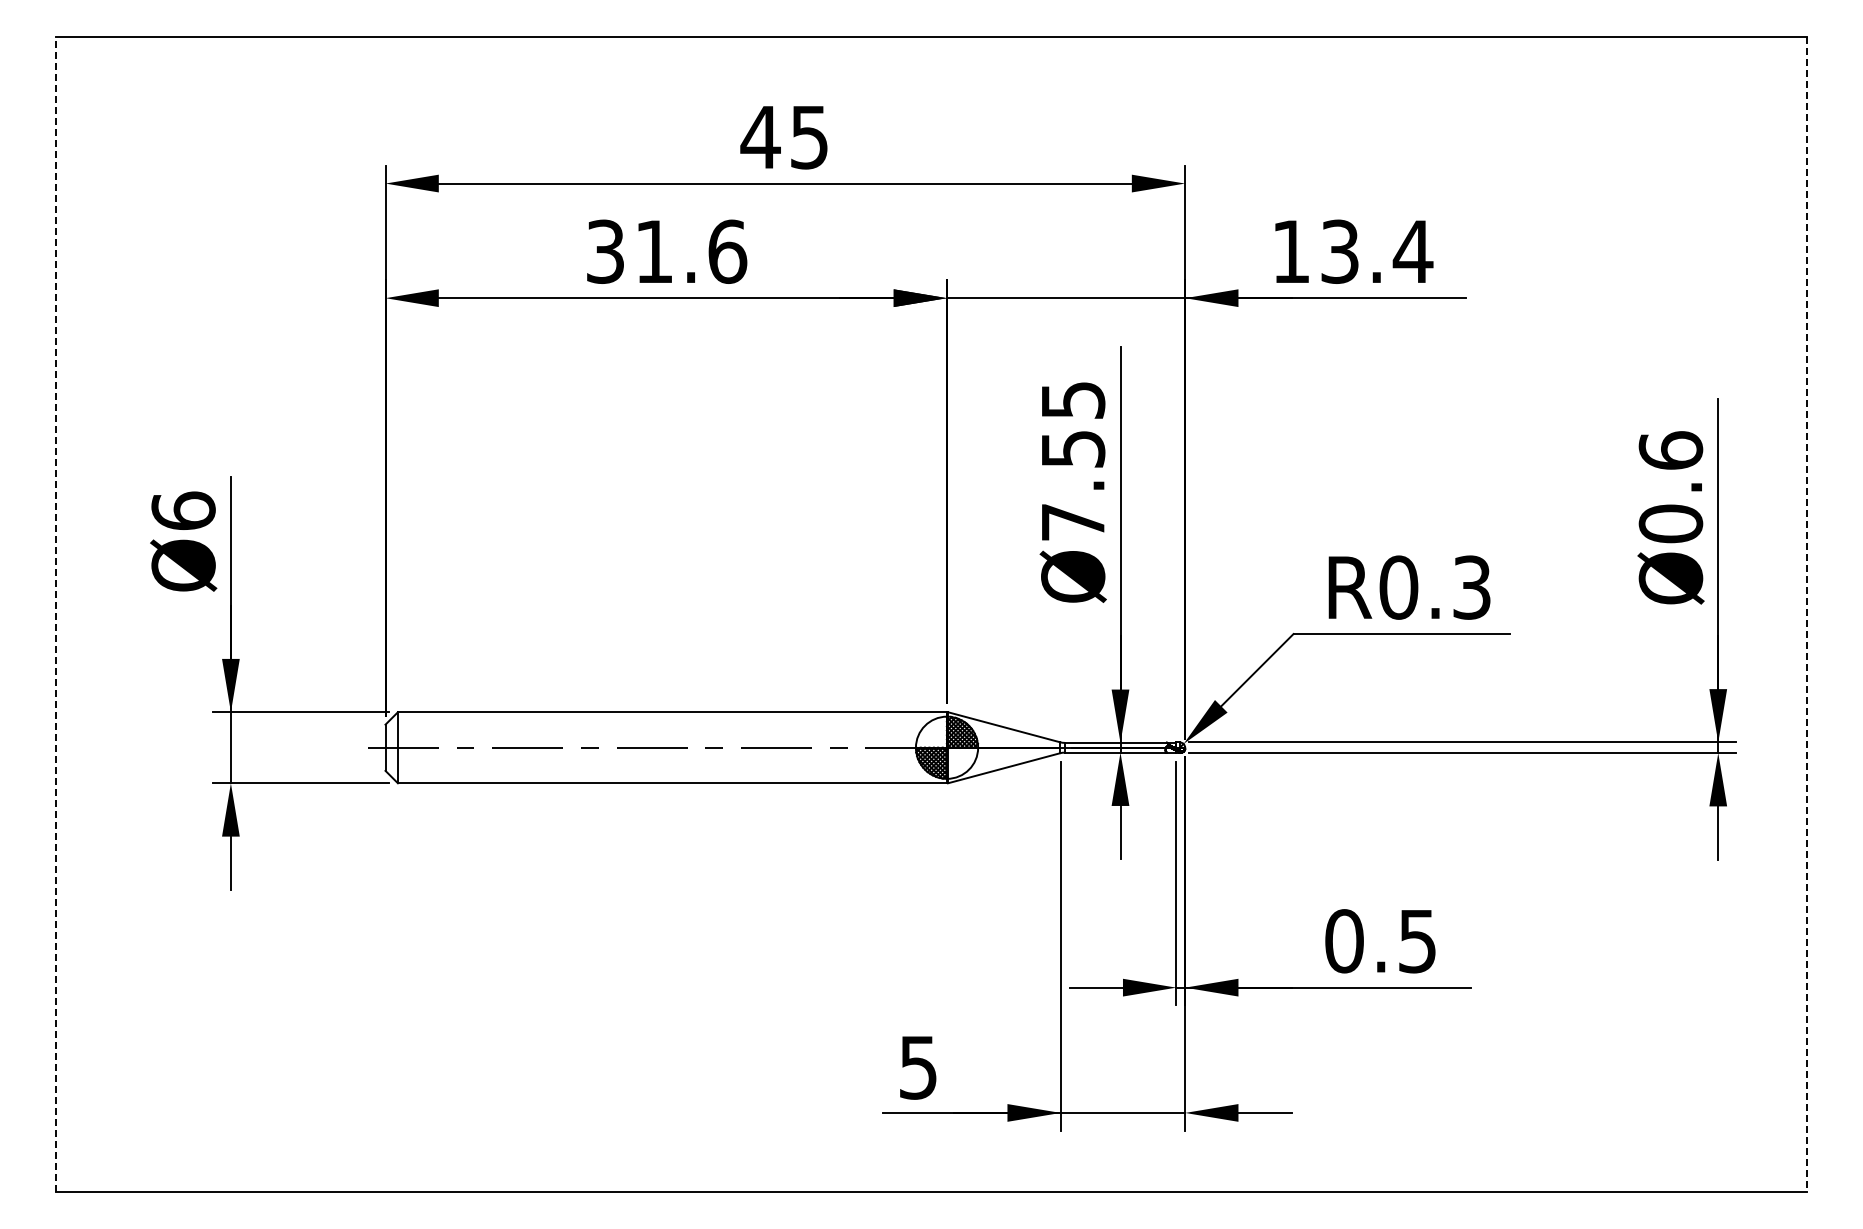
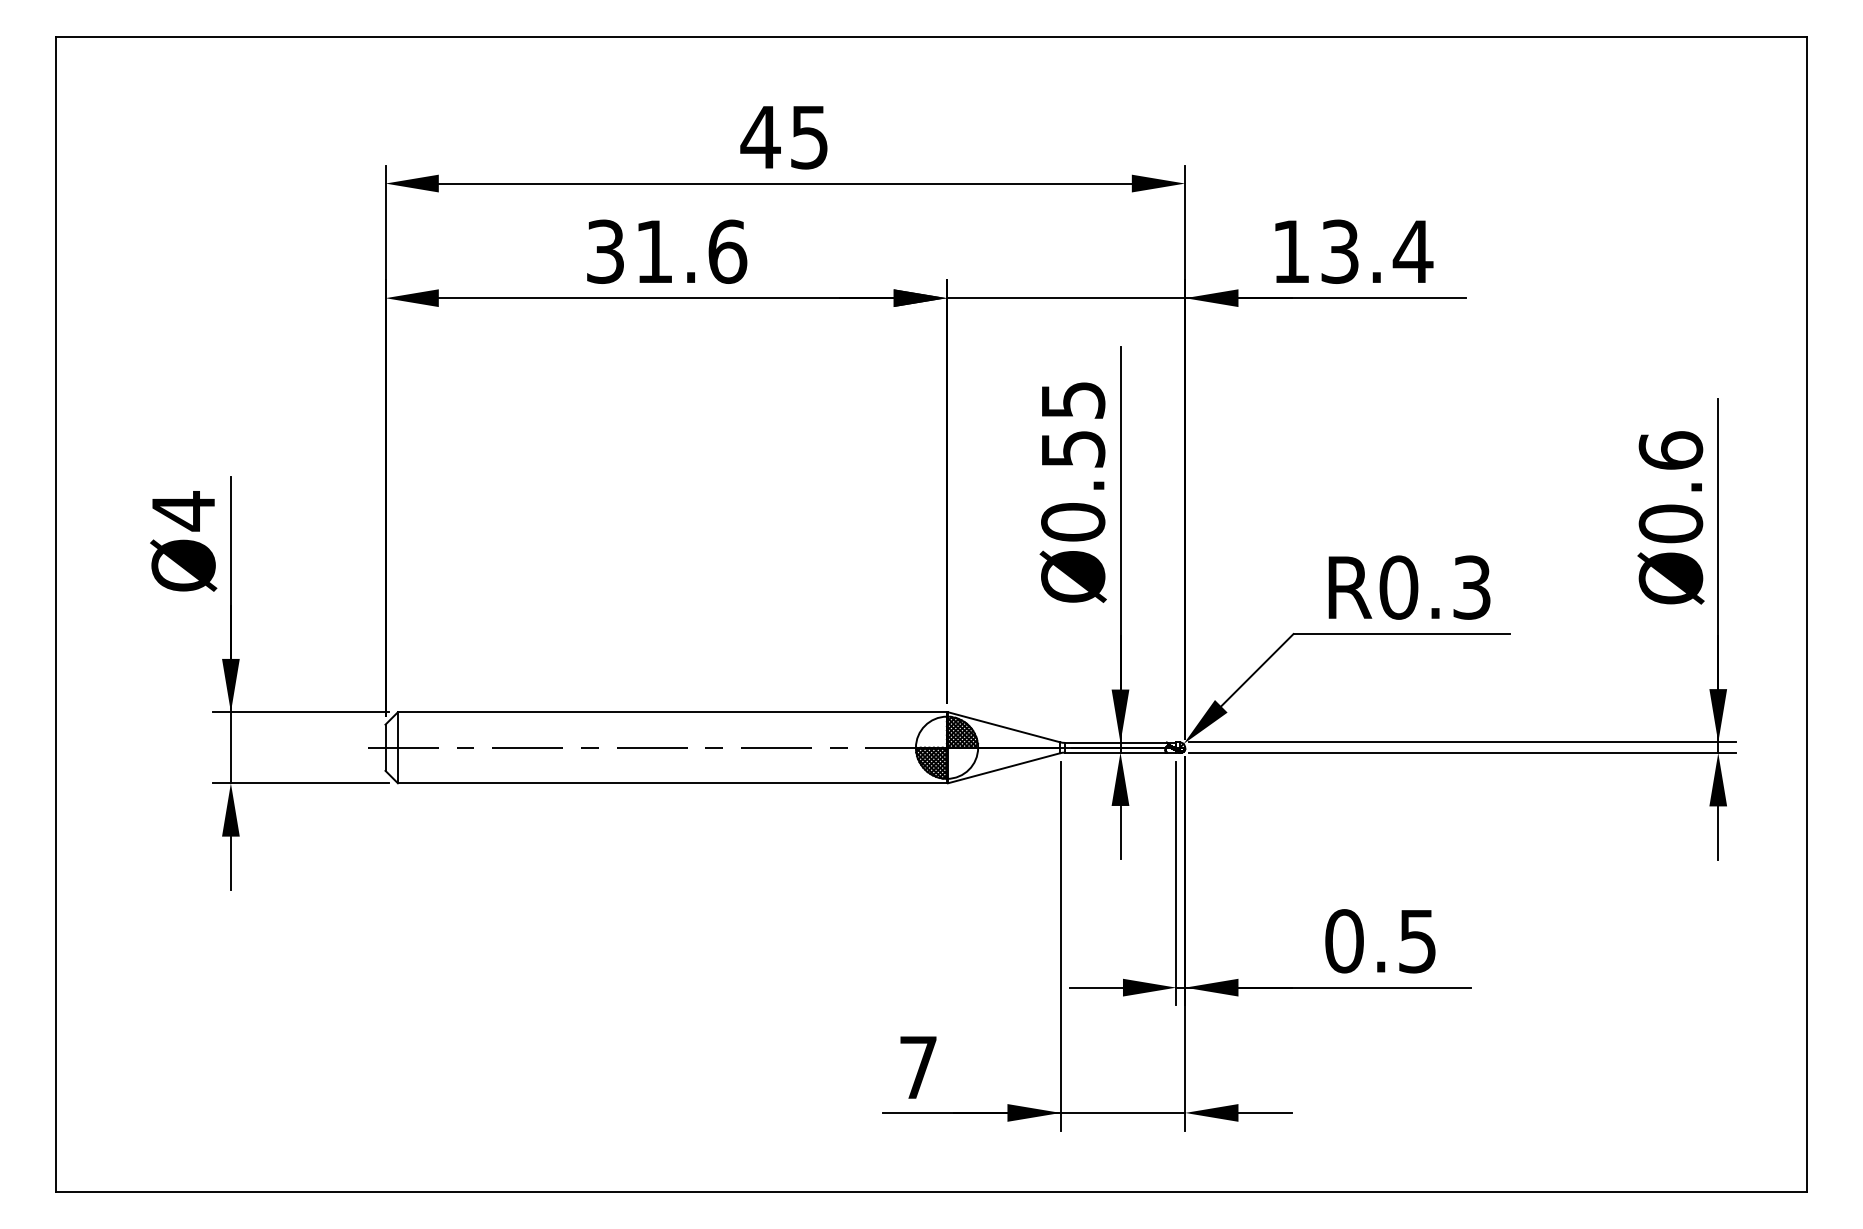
text at (183, 511): Ø6 -> Ø4
text at (1073, 522): Ø7.55 -> Ø0.55
line at (55, 614): dashed -> solid
line at (1807, 614): dashed -> solid
text at (918, 1067): 5 -> 7
